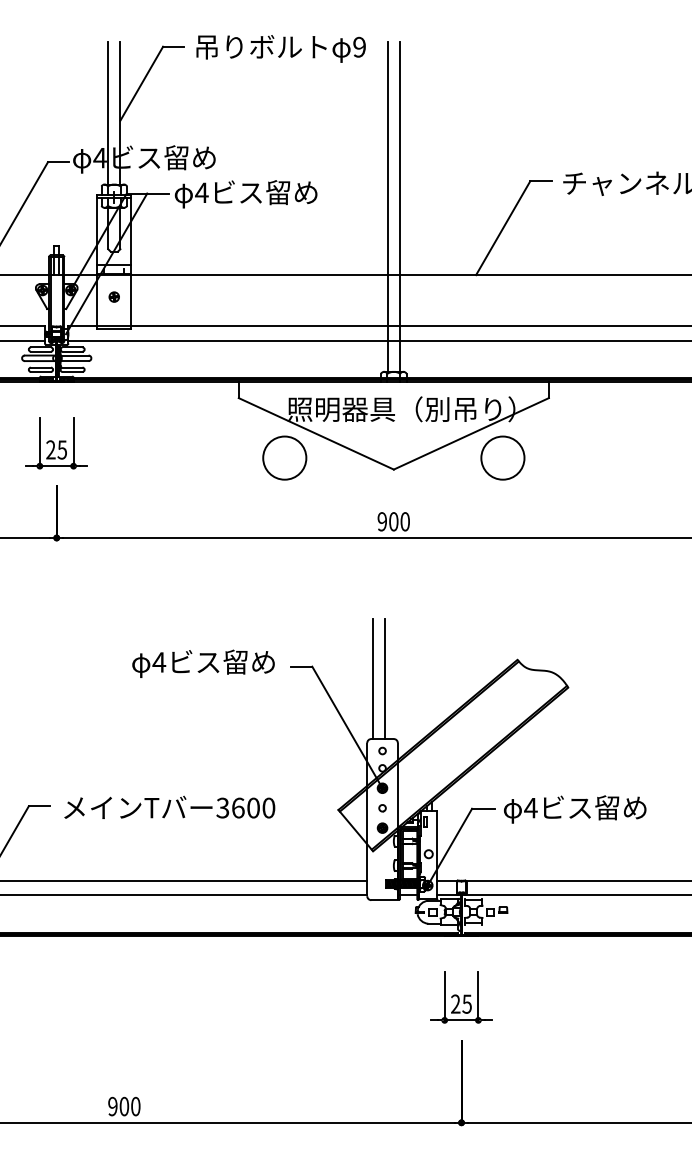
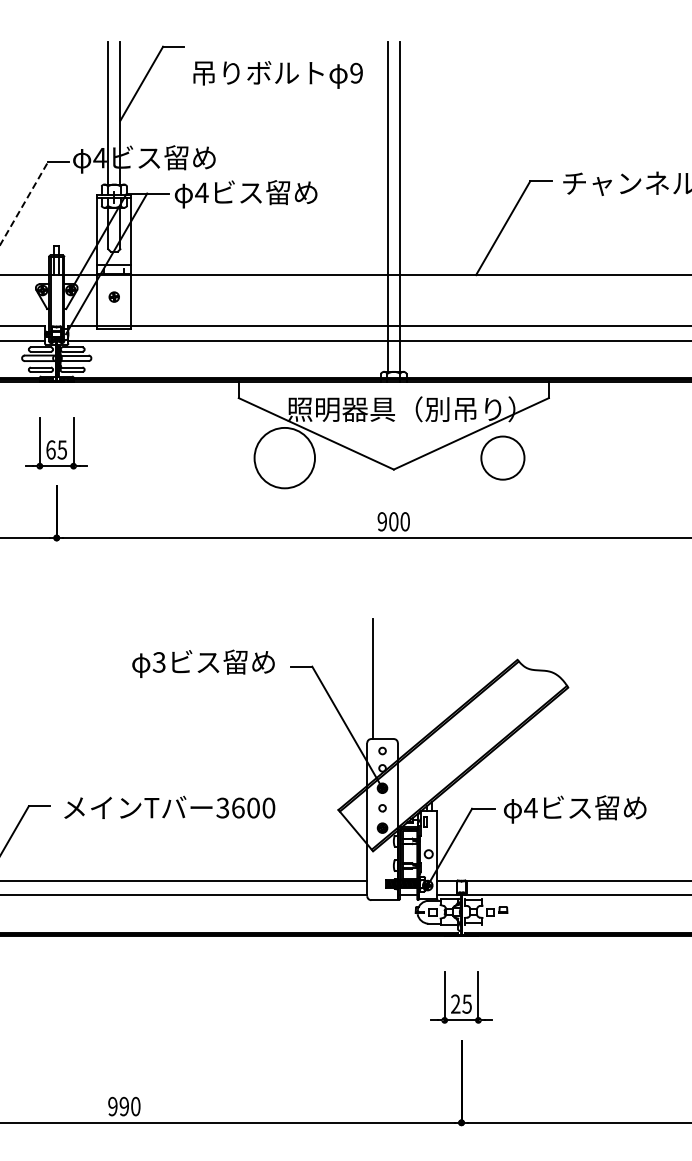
text at (280, 48) position: (280, 48) -> (277, 74)
line at (24, 203): solid -> dashed
text at (50, 449): 25 -> 65
circle at (284, 457) diameter: 43 px -> 60 px
text at (159, 662): 4 -> 3
line at (385, 678): present -> none
text at (124, 1106): 900 -> 990
